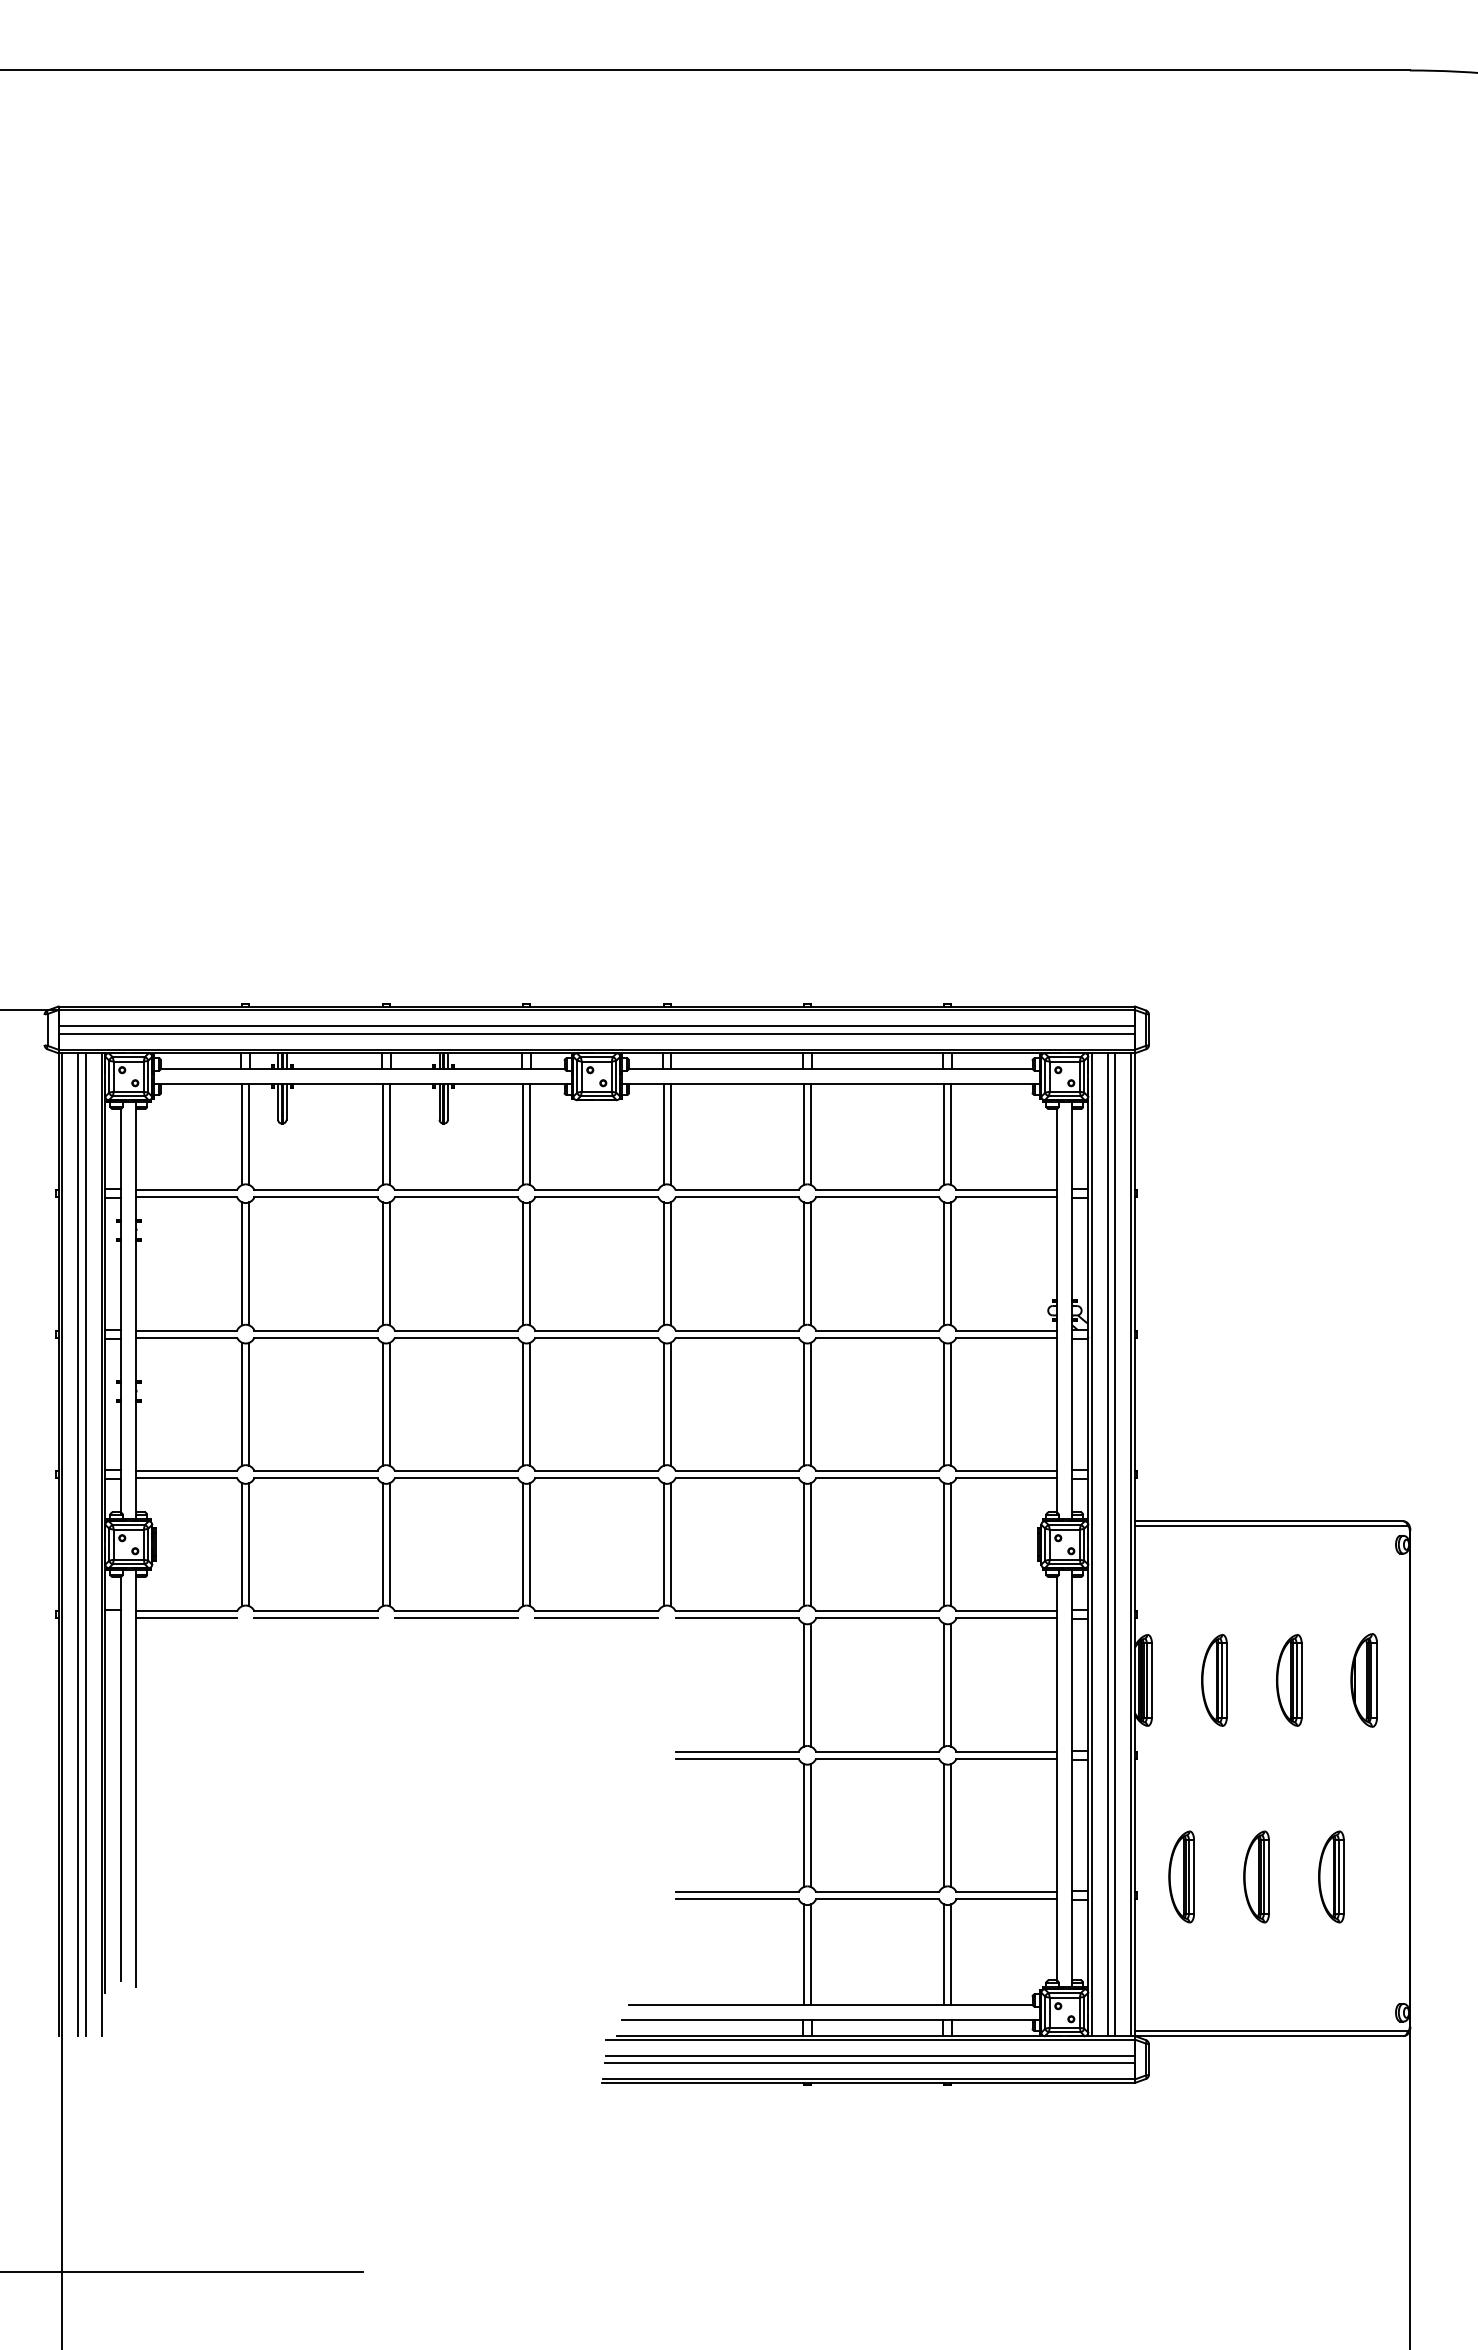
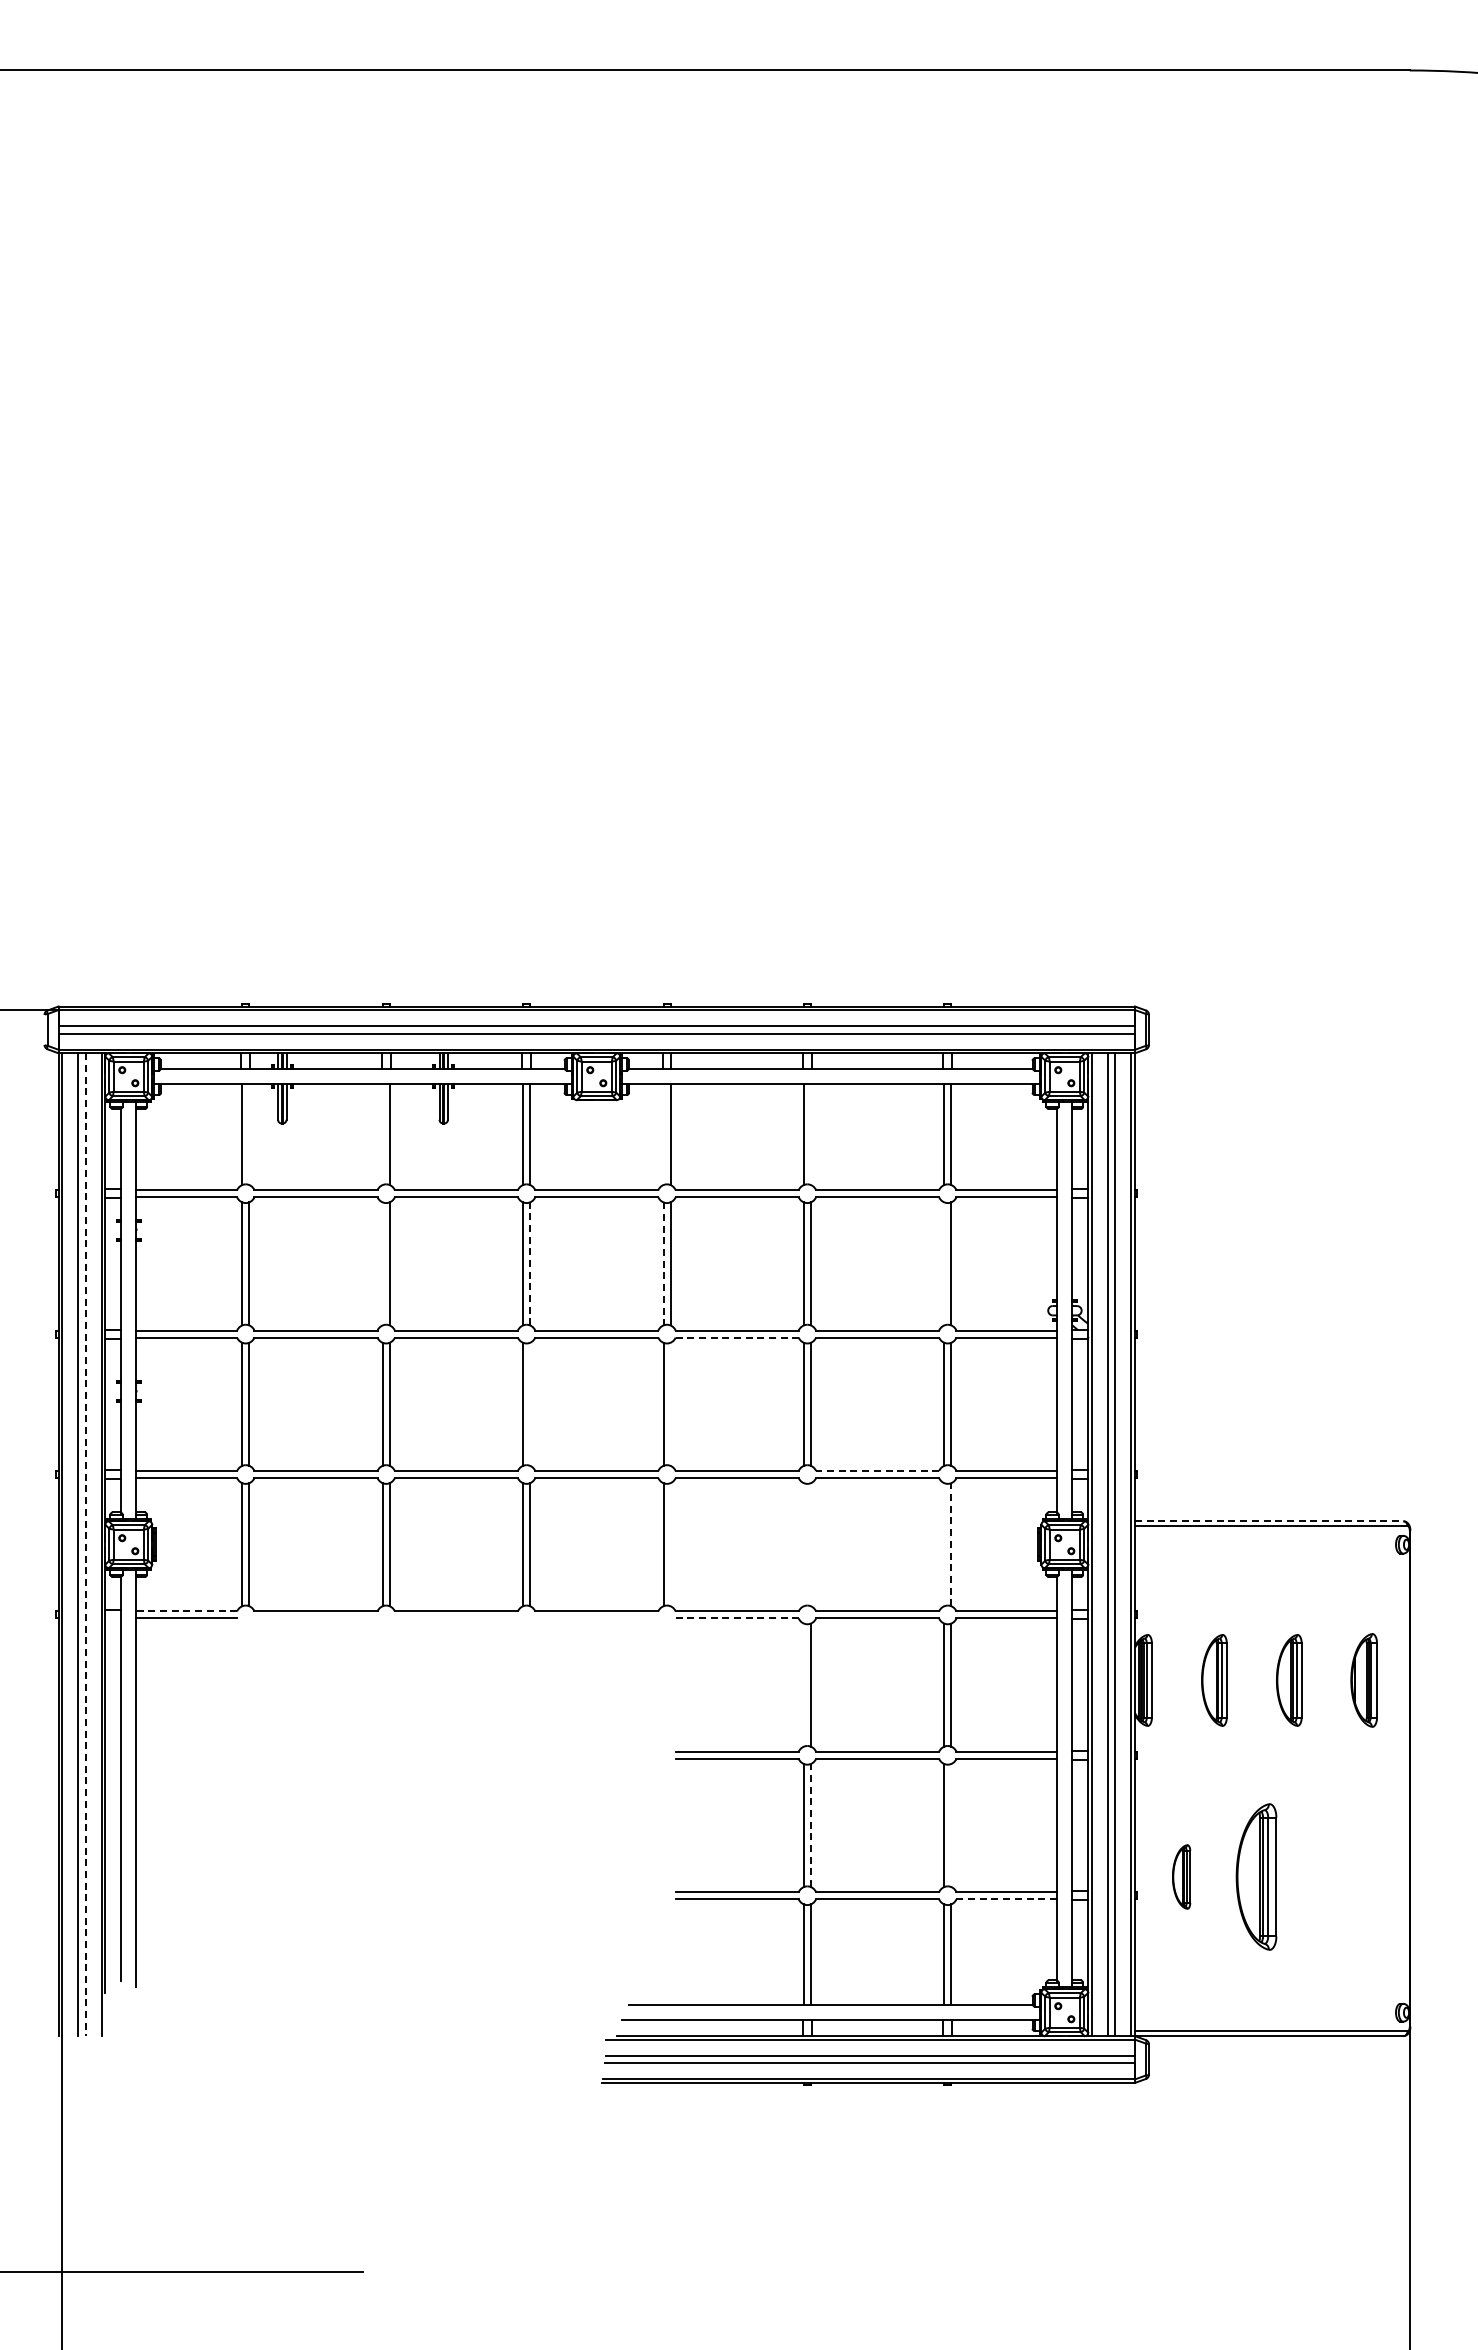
line at (249, 1134): present -> none
line at (382, 1134): present -> none
line at (663, 1134): present -> none
line at (810, 1134): present -> none
line at (382, 1263): present -> none
line at (530, 1263): solid -> dashed
line at (663, 1263): solid -> dashed
line at (944, 1263): present -> none
line at (737, 1337): solid -> dashed
line at (530, 1403): present -> none
line at (670, 1403): present -> none
line at (877, 1471): solid -> dashed
line at (1269, 1521): solid -> dashed
line at (670, 1544): present -> none
line at (803, 1544): present -> none
line at (810, 1544): present -> none
line at (944, 1544): present -> none
line at (951, 1544): solid -> dashed
line at (85, 1545): solid -> dashed
line at (186, 1611): solid -> dashed
line at (315, 1618): present -> none
line at (456, 1618): present -> none
line at (596, 1618): present -> none
line at (737, 1618): solid -> dashed
line at (803, 1684): present -> none
line at (810, 1825): solid -> dashed
line at (951, 1825): present -> none
part at (1181, 1876) size: 27x94 px -> 20x66 px
part at (1256, 1876) size: 27x94 px -> 43x148 px
part at (1331, 1876): present -> none
line at (1007, 1899): solid -> dashed
